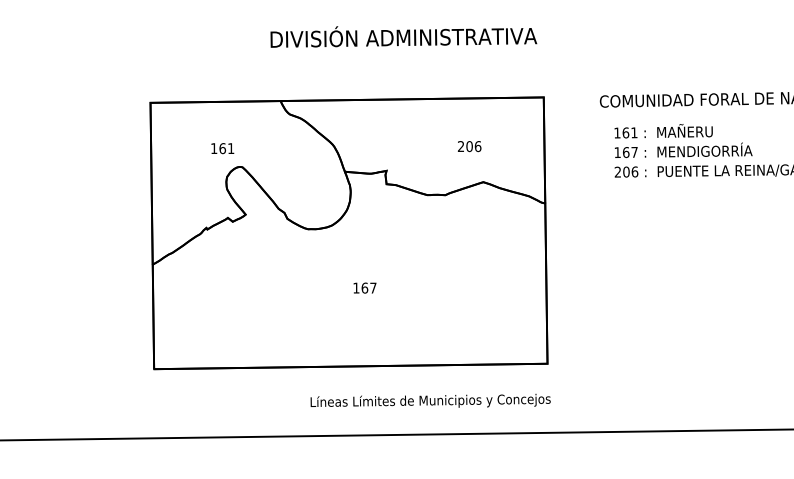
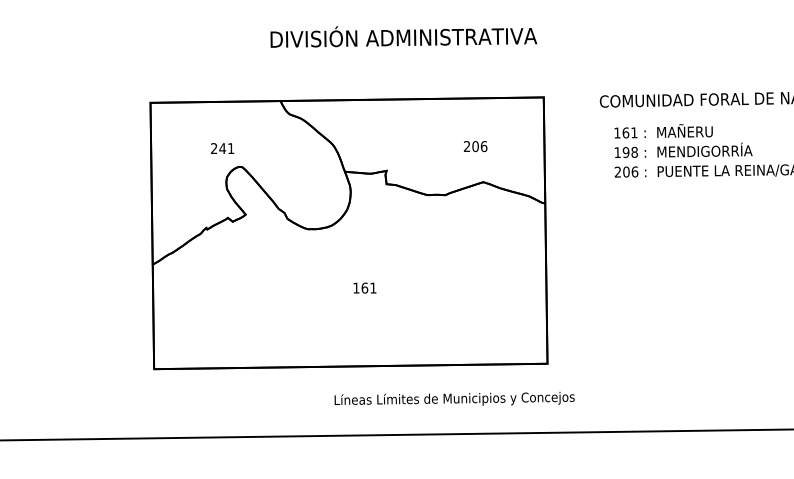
text at (469, 146) position: (469, 146) -> (475, 146)
text at (218, 148): 161 -> 241
text at (629, 152): 167 -> 198
text at (373, 287): 167 -> 161
text at (430, 400) position: (430, 400) -> (454, 398)
